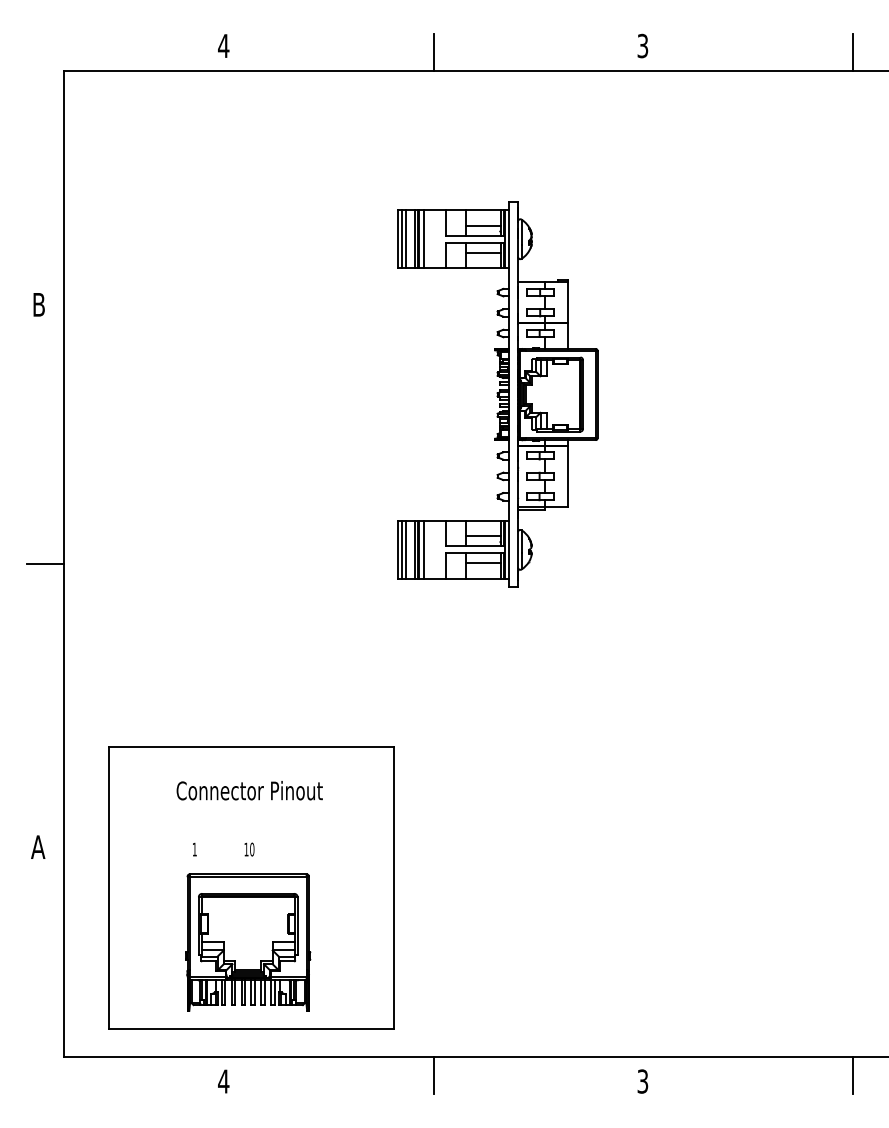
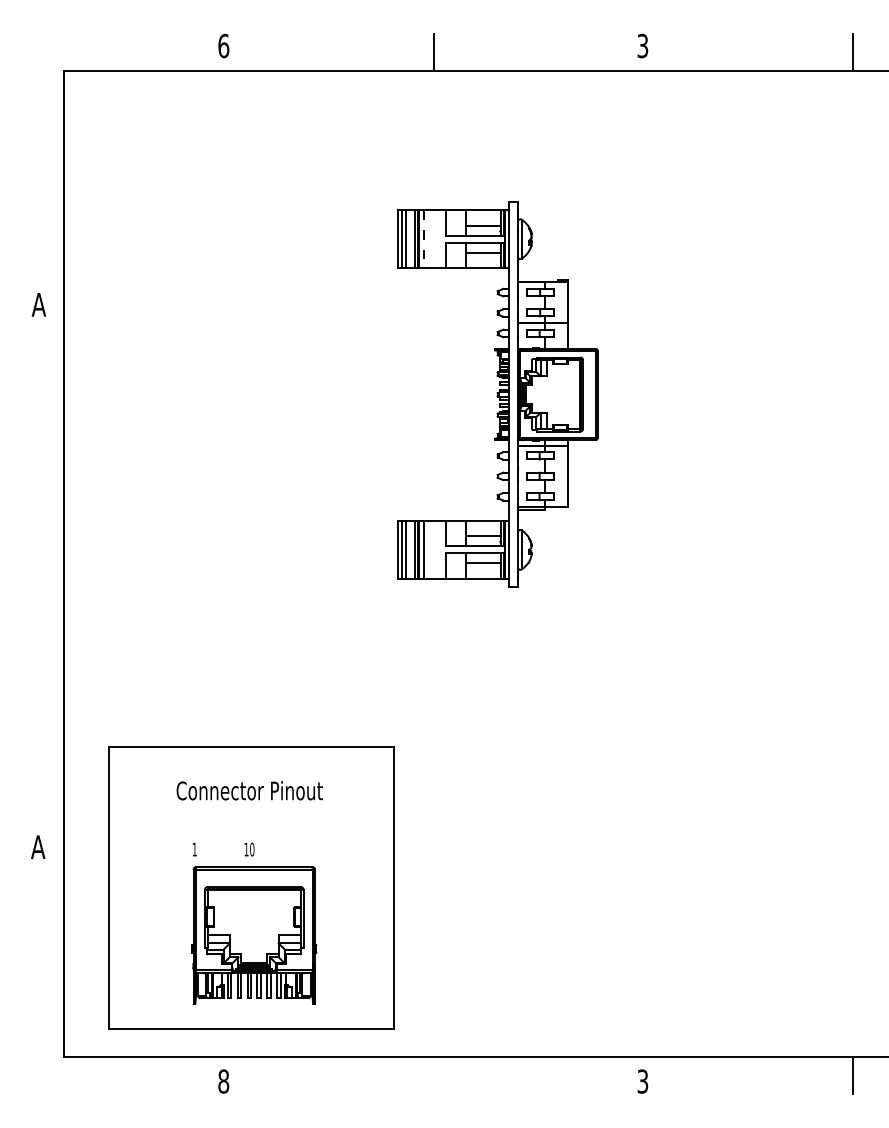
text at (223, 45): 4 -> 6
line at (424, 239): solid -> dashed
text at (38, 304): B -> A
line at (44, 564): present -> none
part at (248, 942) position: (248, 942) -> (254, 935)
line at (433, 1075): present -> none
text at (223, 1081): 4 -> 8
